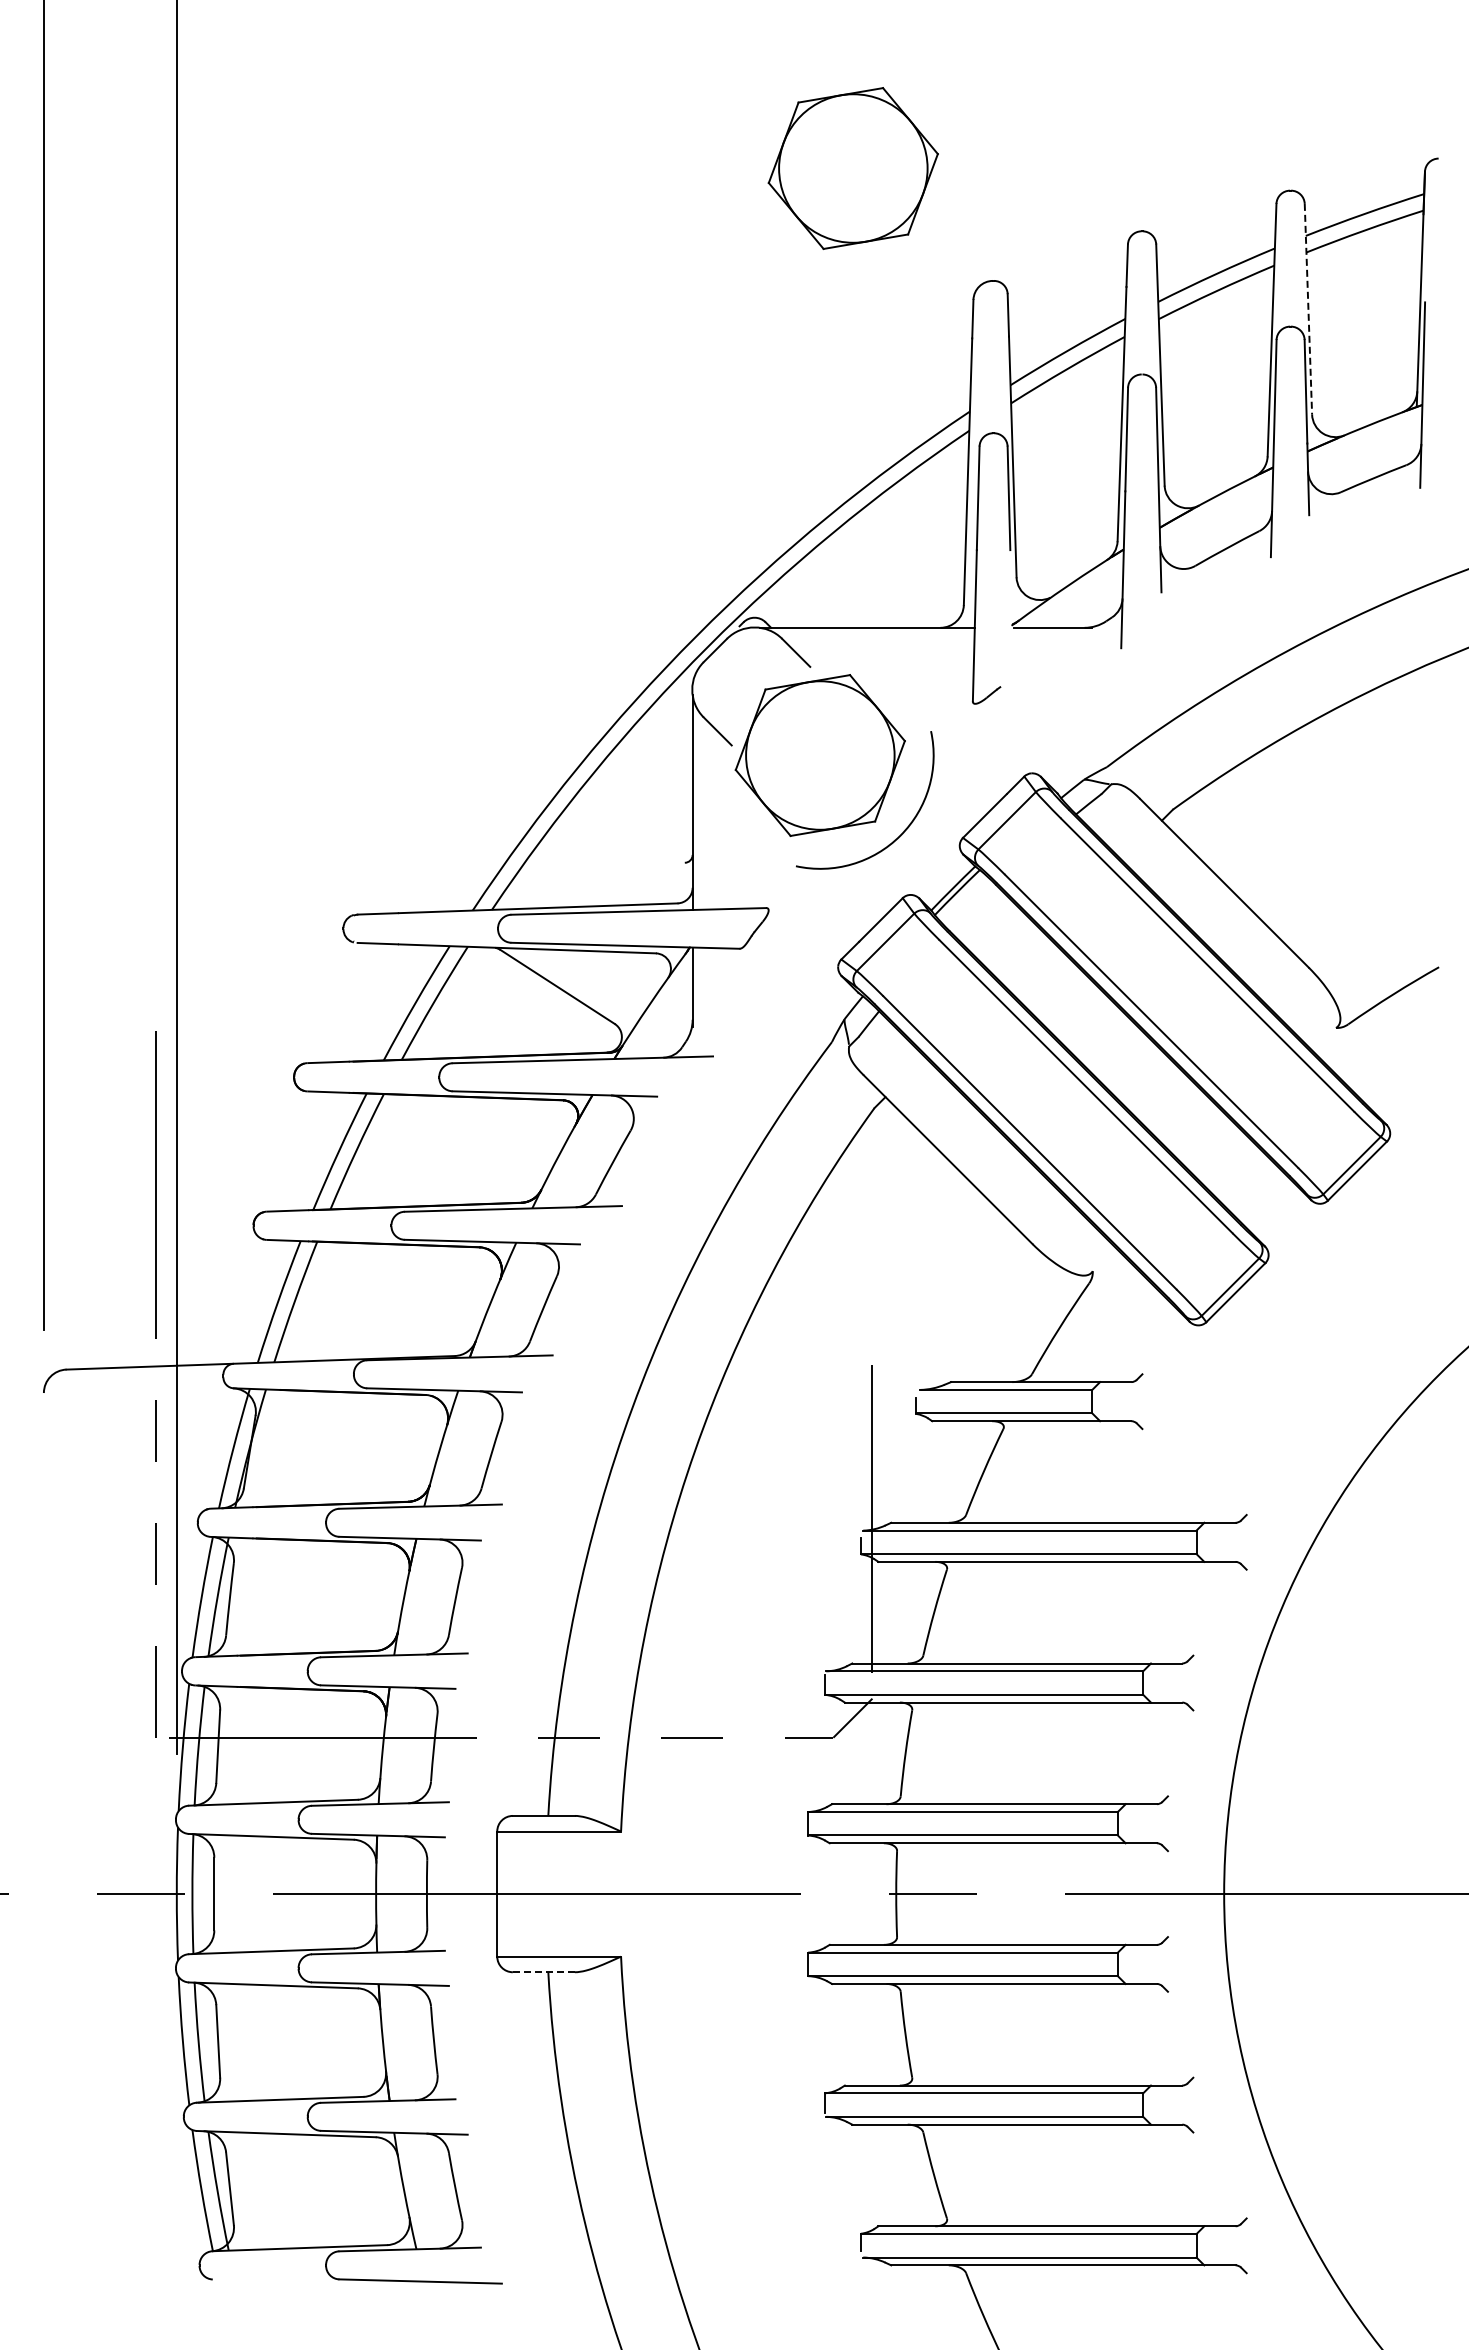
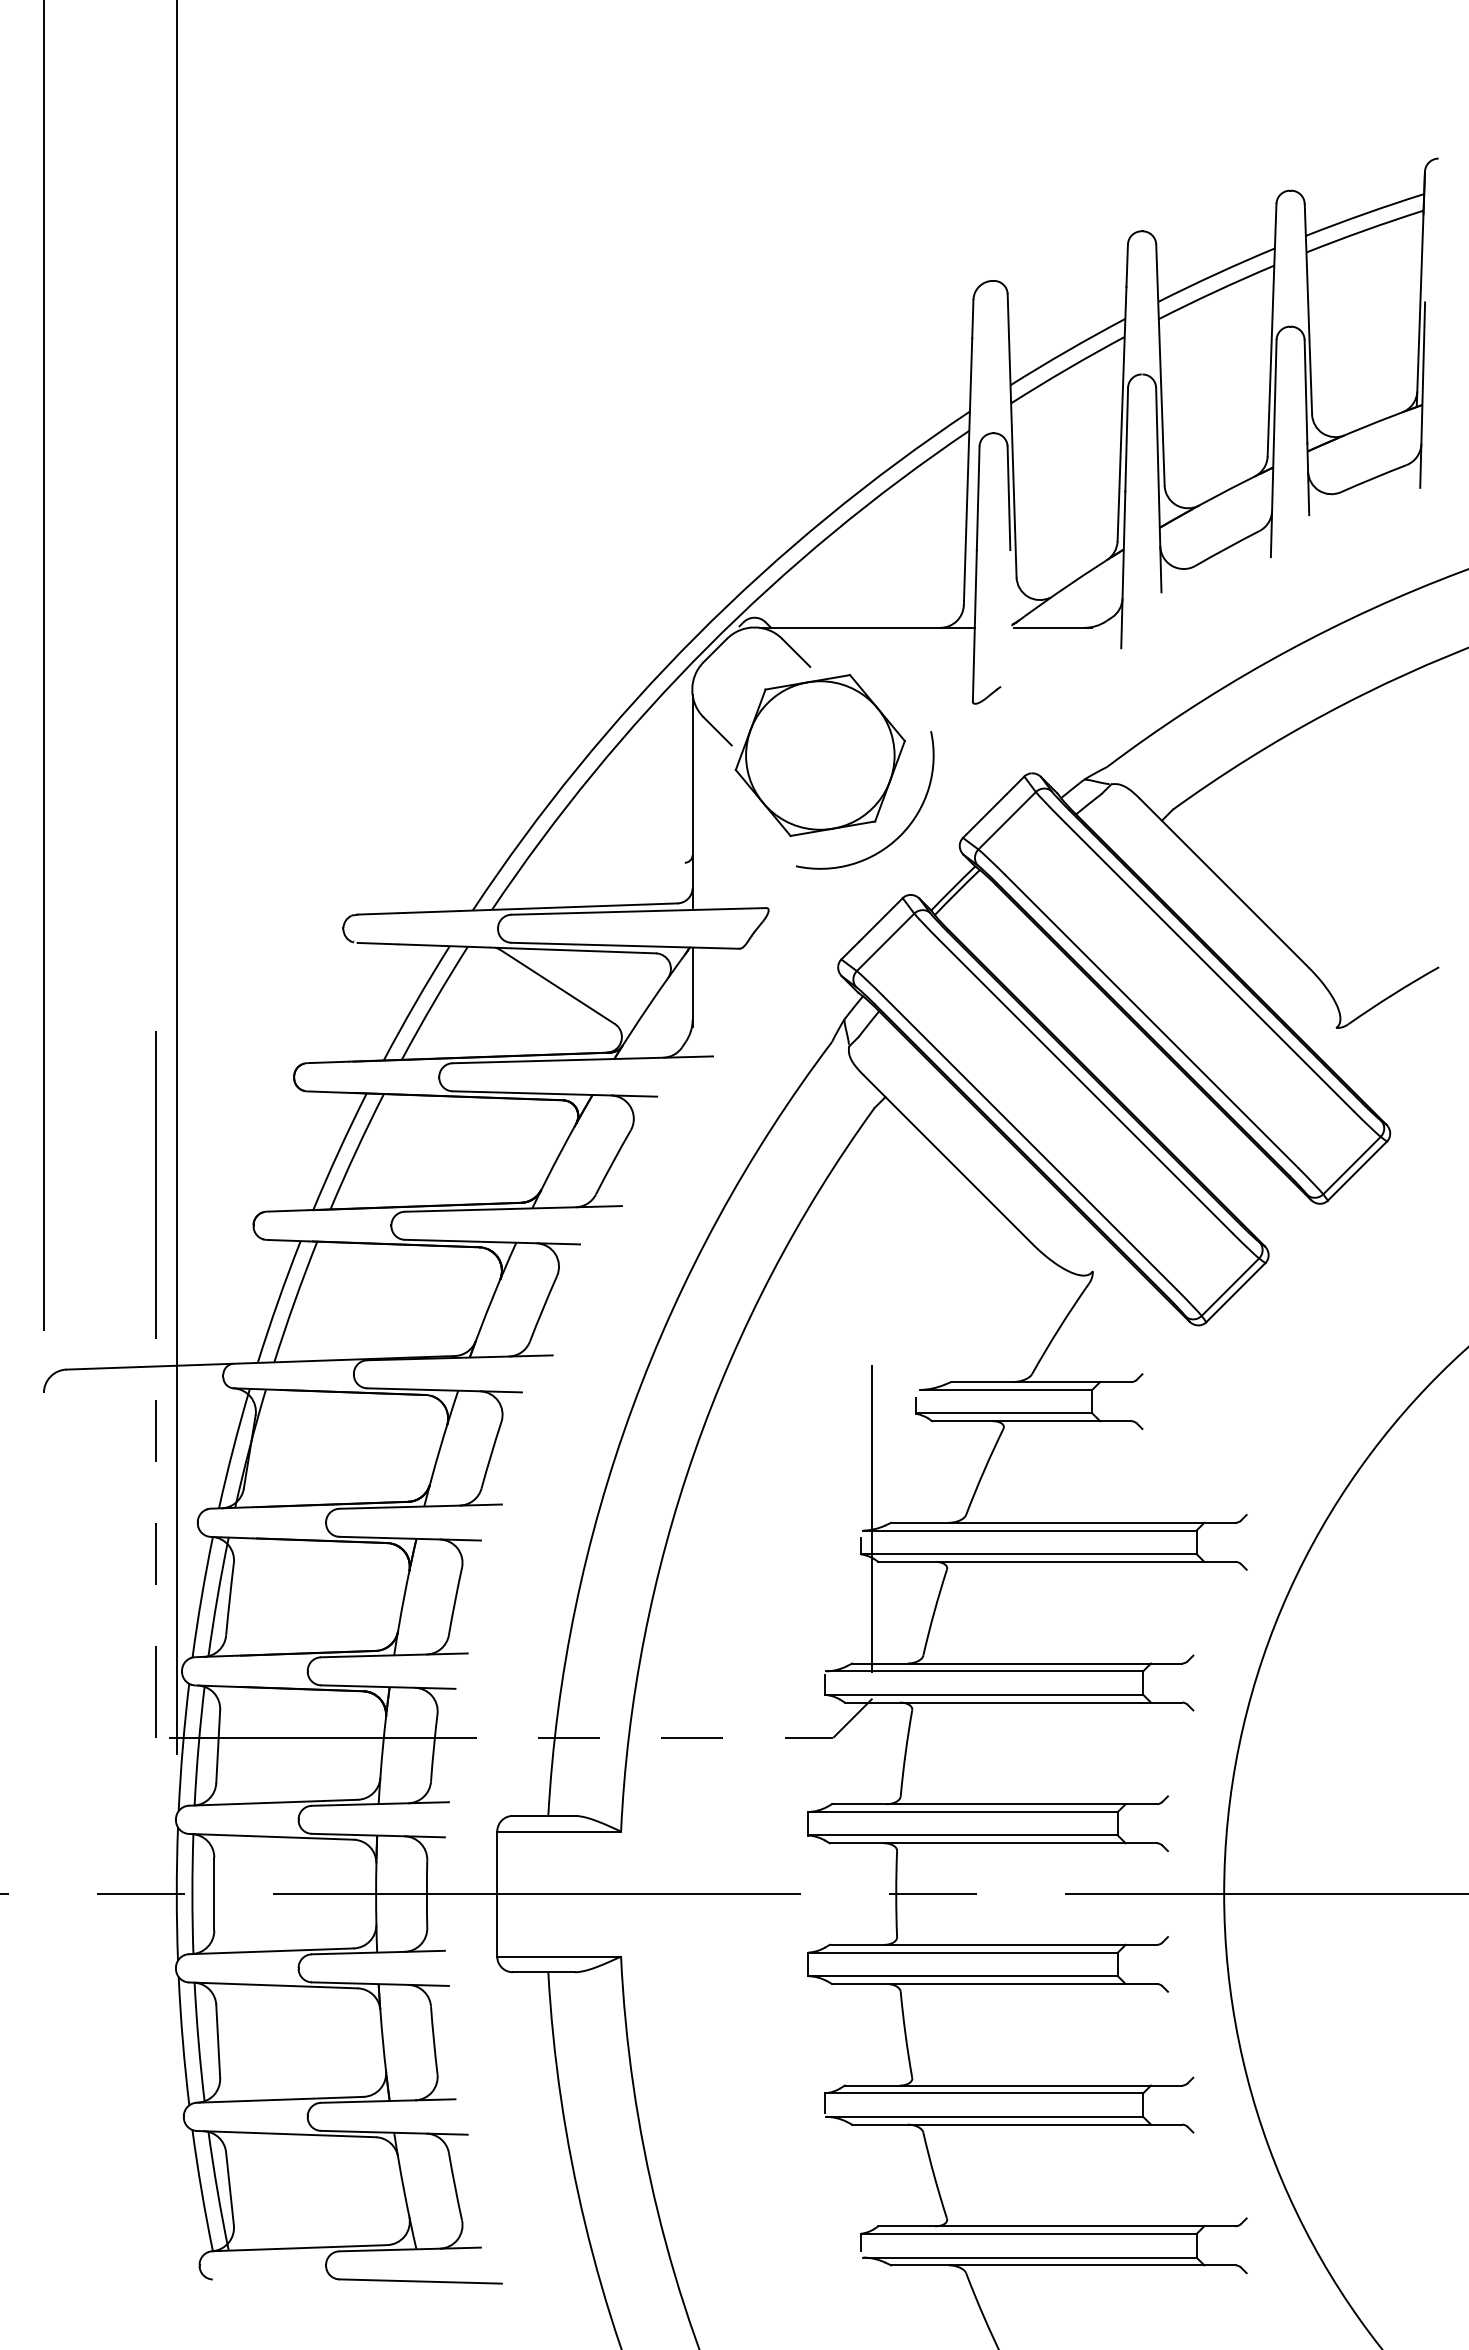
part at (852, 168): present -> none
line at (1308, 309): dashed -> solid
line at (543, 1972): dashed -> solid
